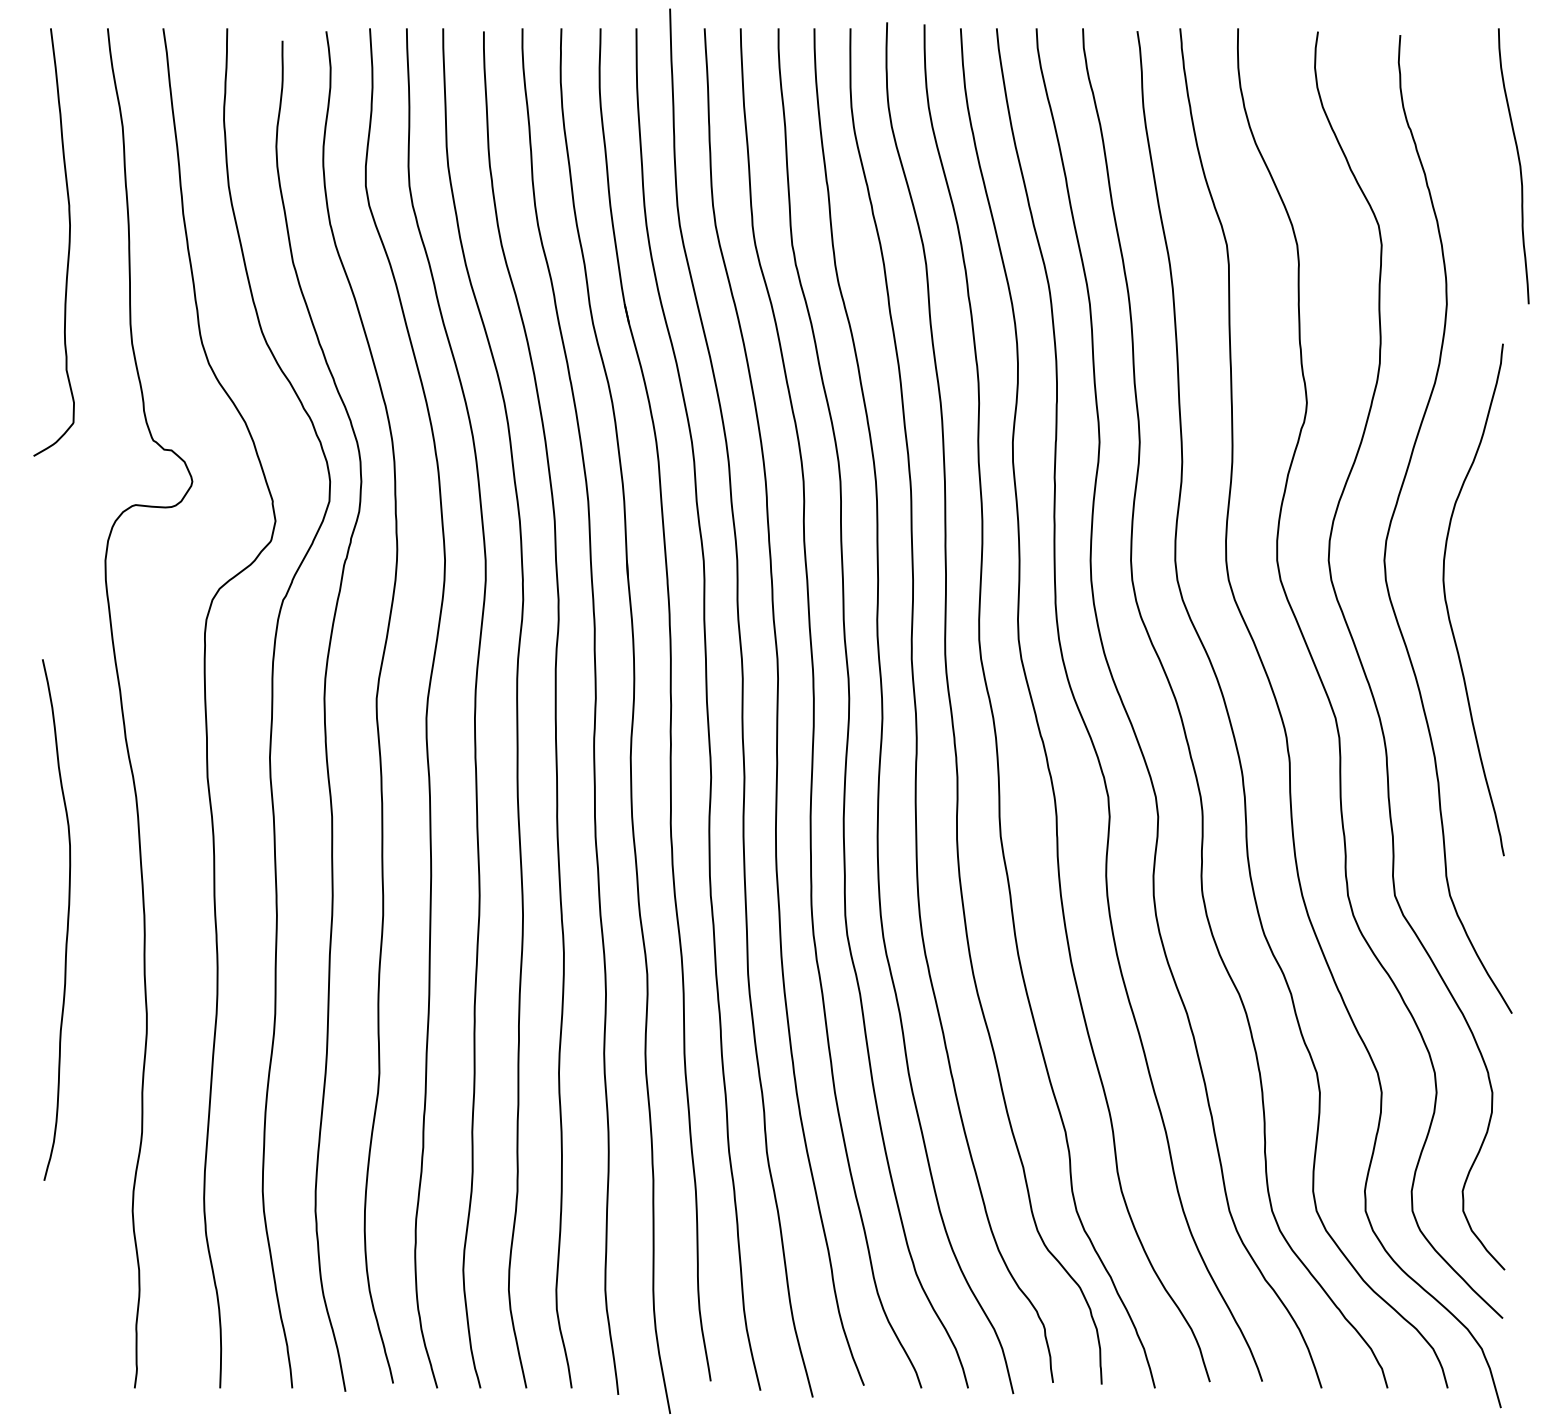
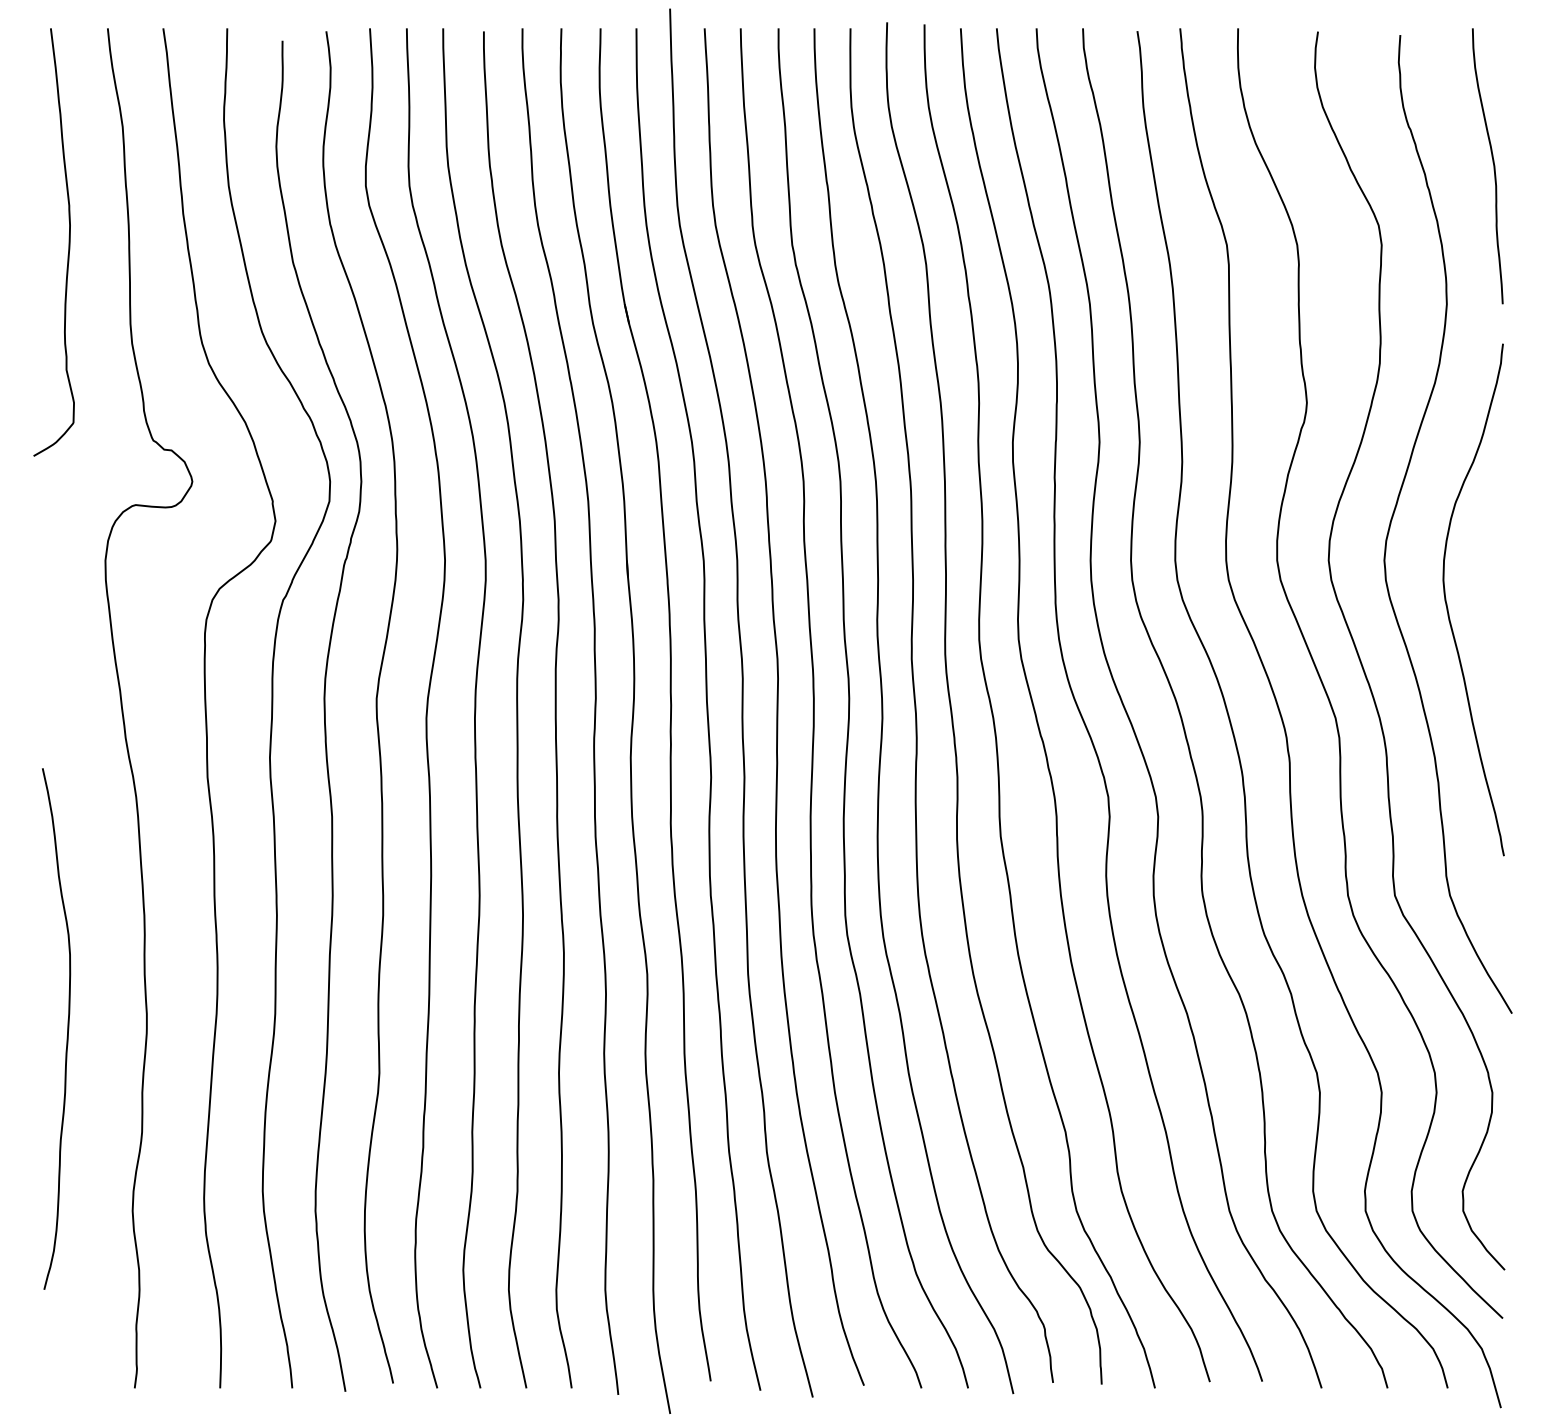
curve at (1519, 166) position: (1519, 166) -> (1493, 166)
curve at (67, 919) position: (67, 919) -> (67, 1028)
